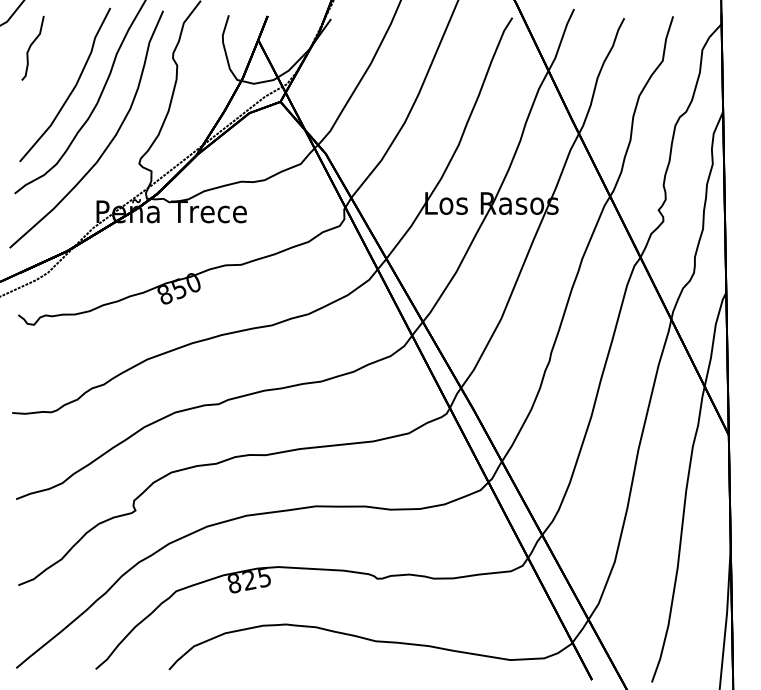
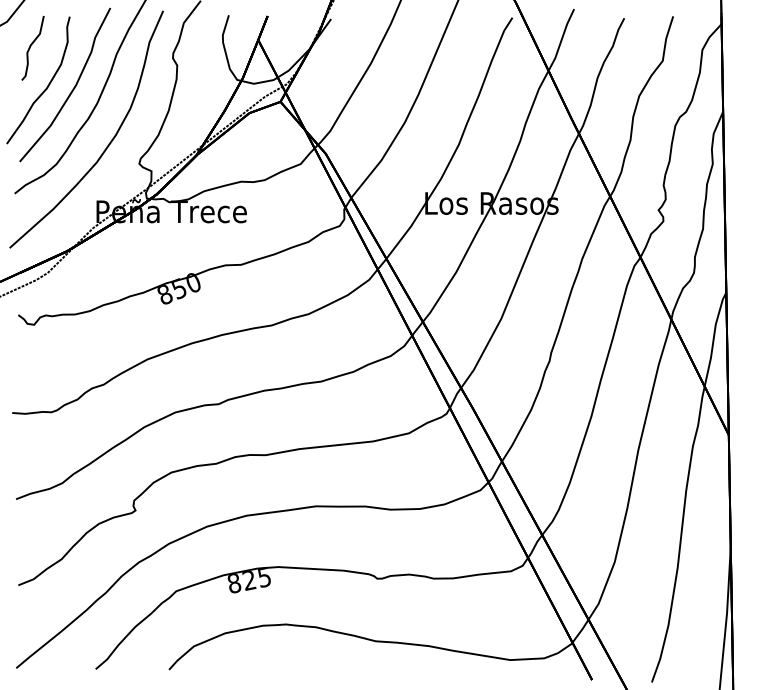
curve at (47, 85): none -> present
